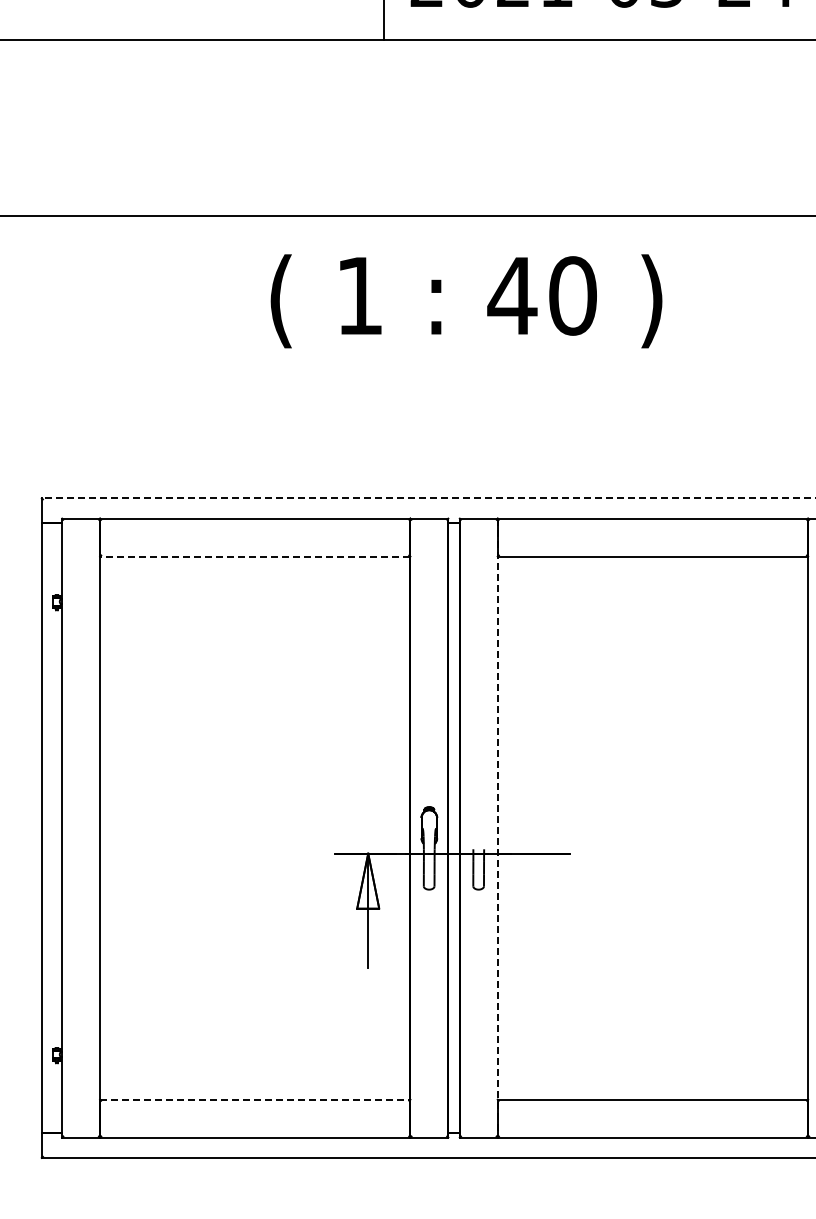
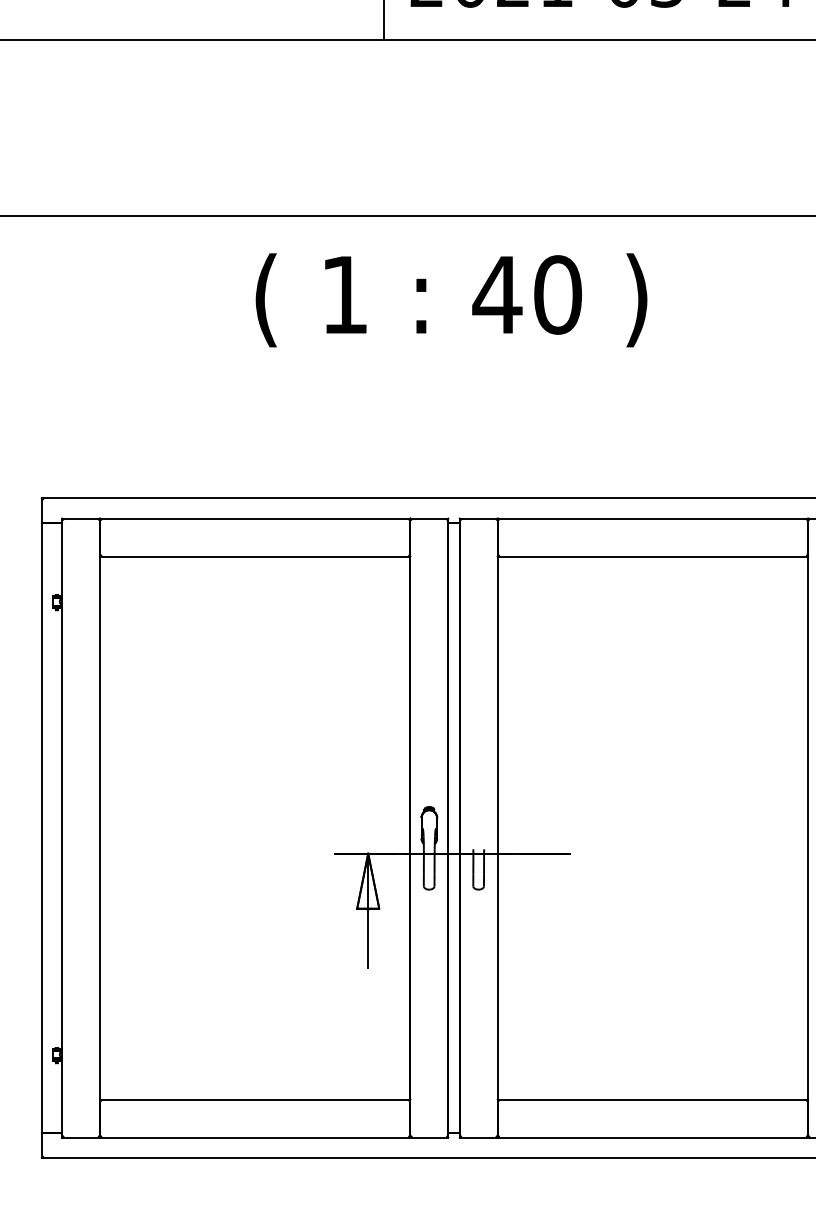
text at (466, 301) position: (466, 301) -> (451, 300)
line at (428, 498): dashed -> solid
line at (254, 556): dashed -> solid
line at (497, 828): dashed -> solid
line at (255, 1099): dashed -> solid
